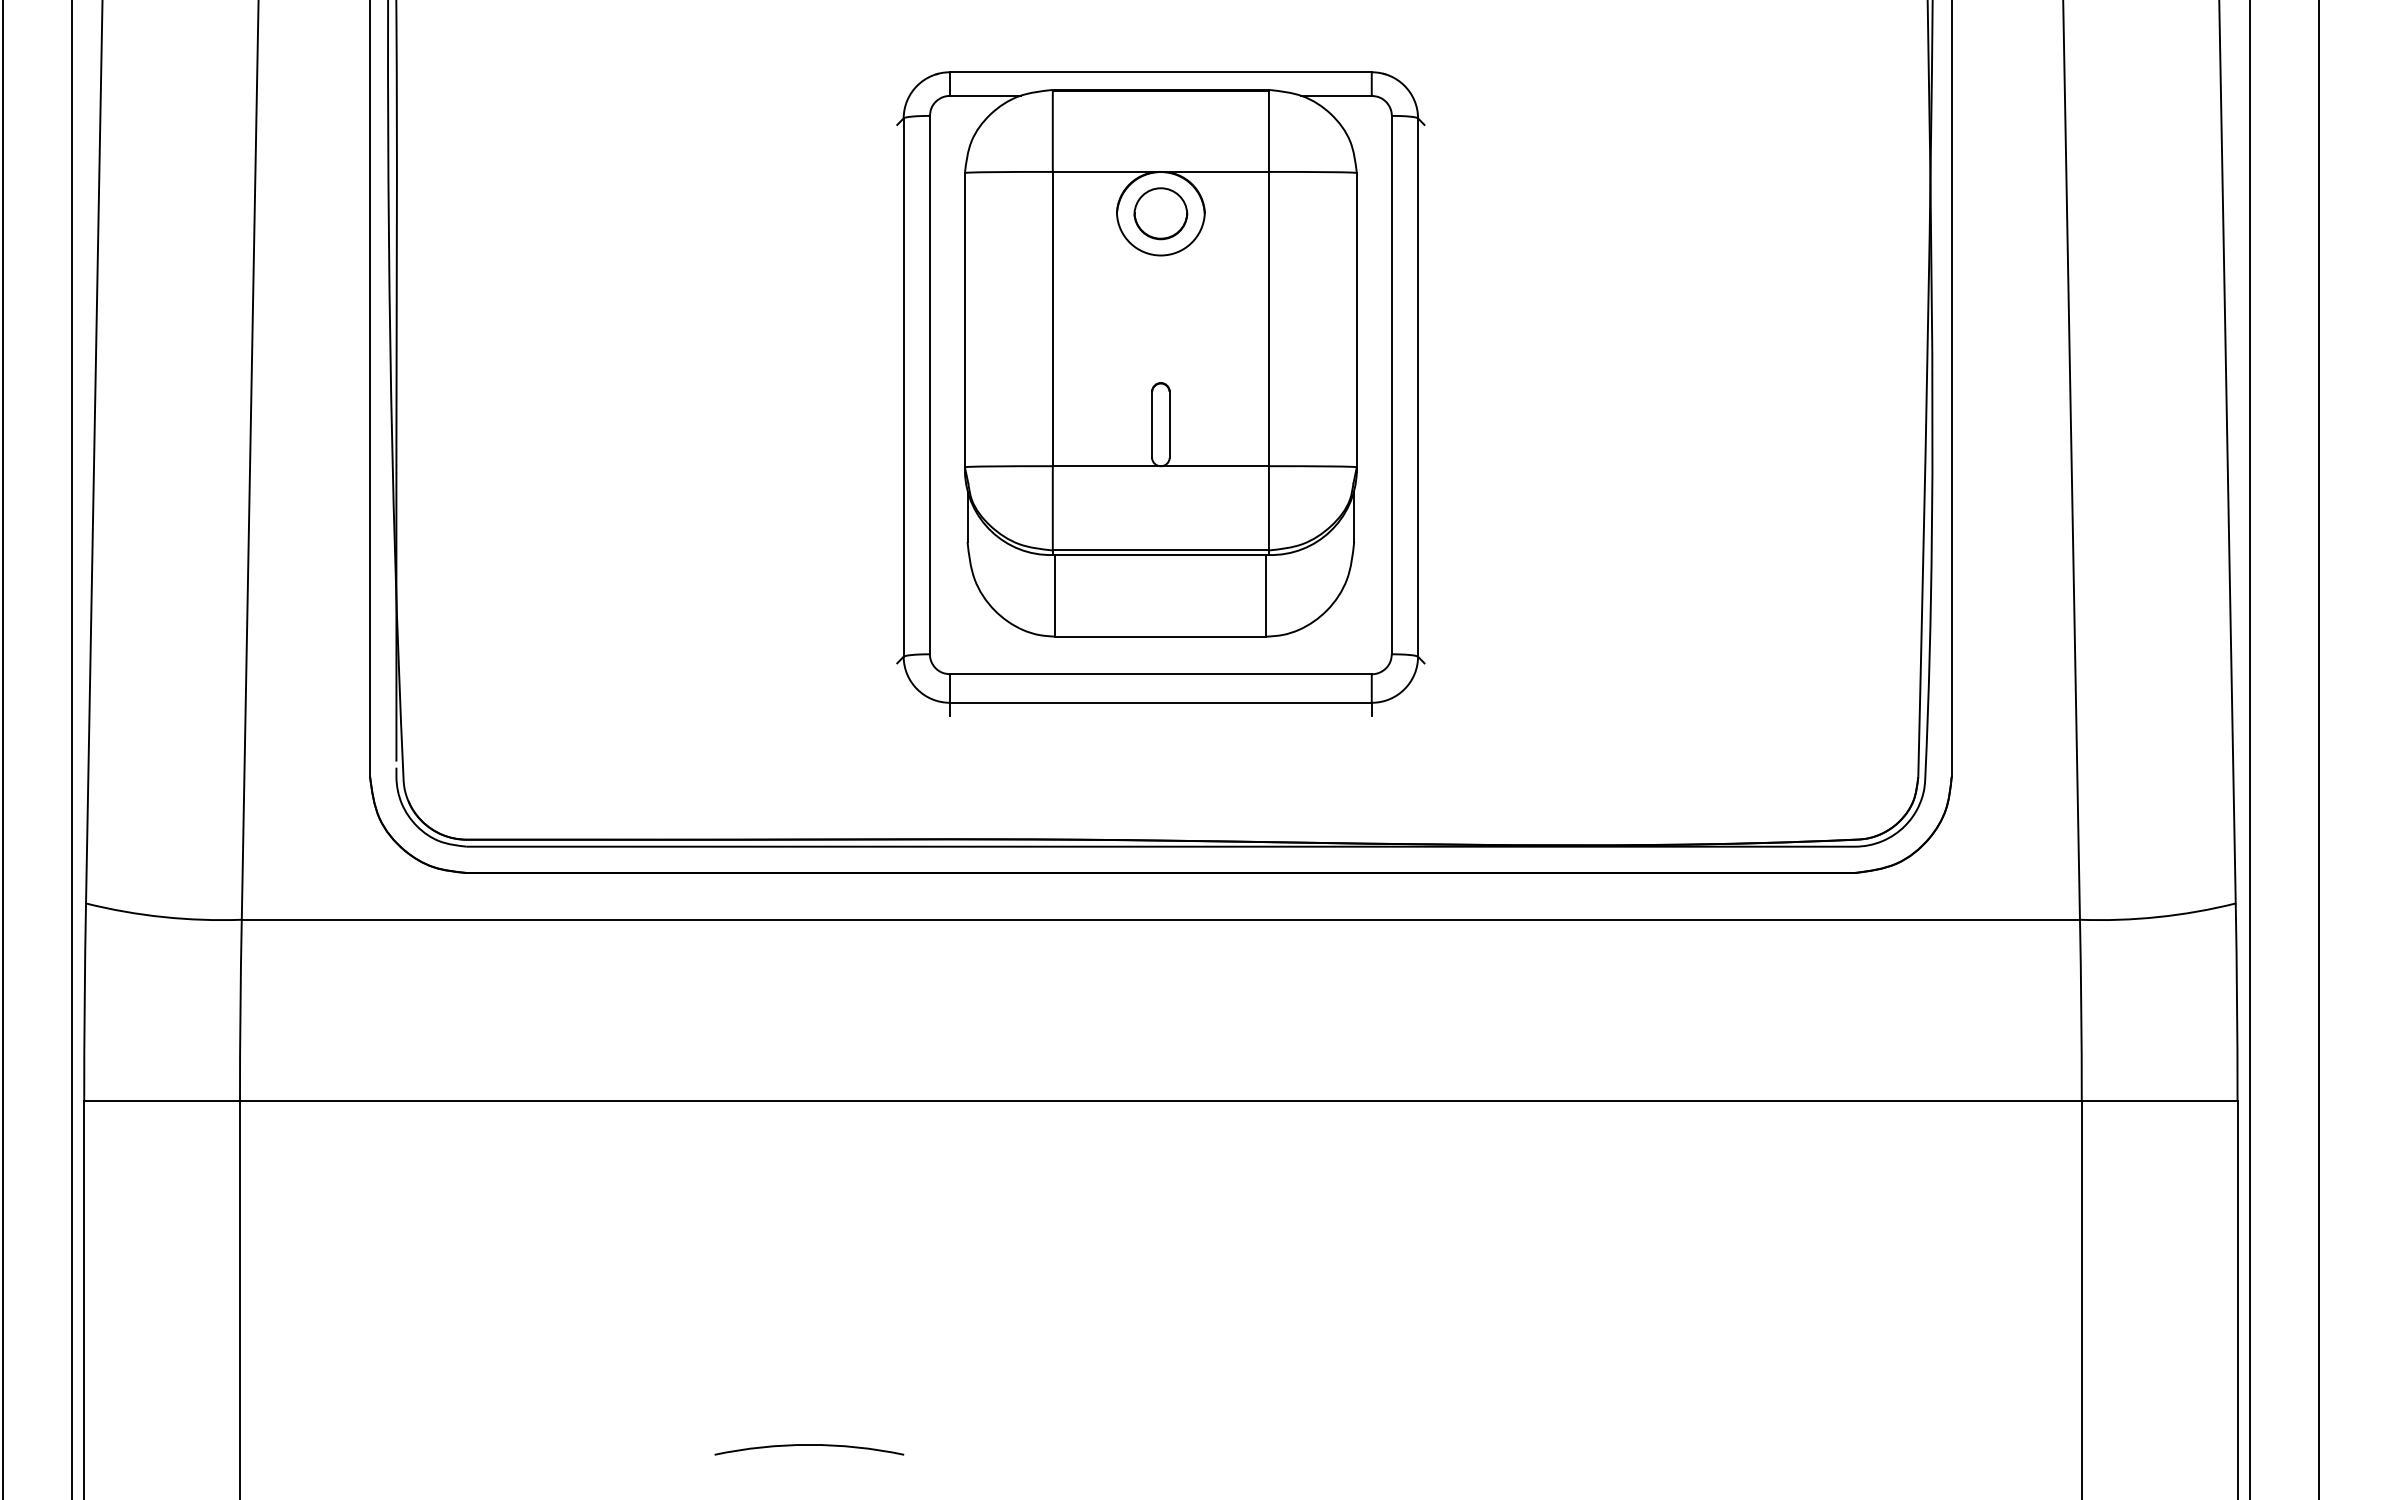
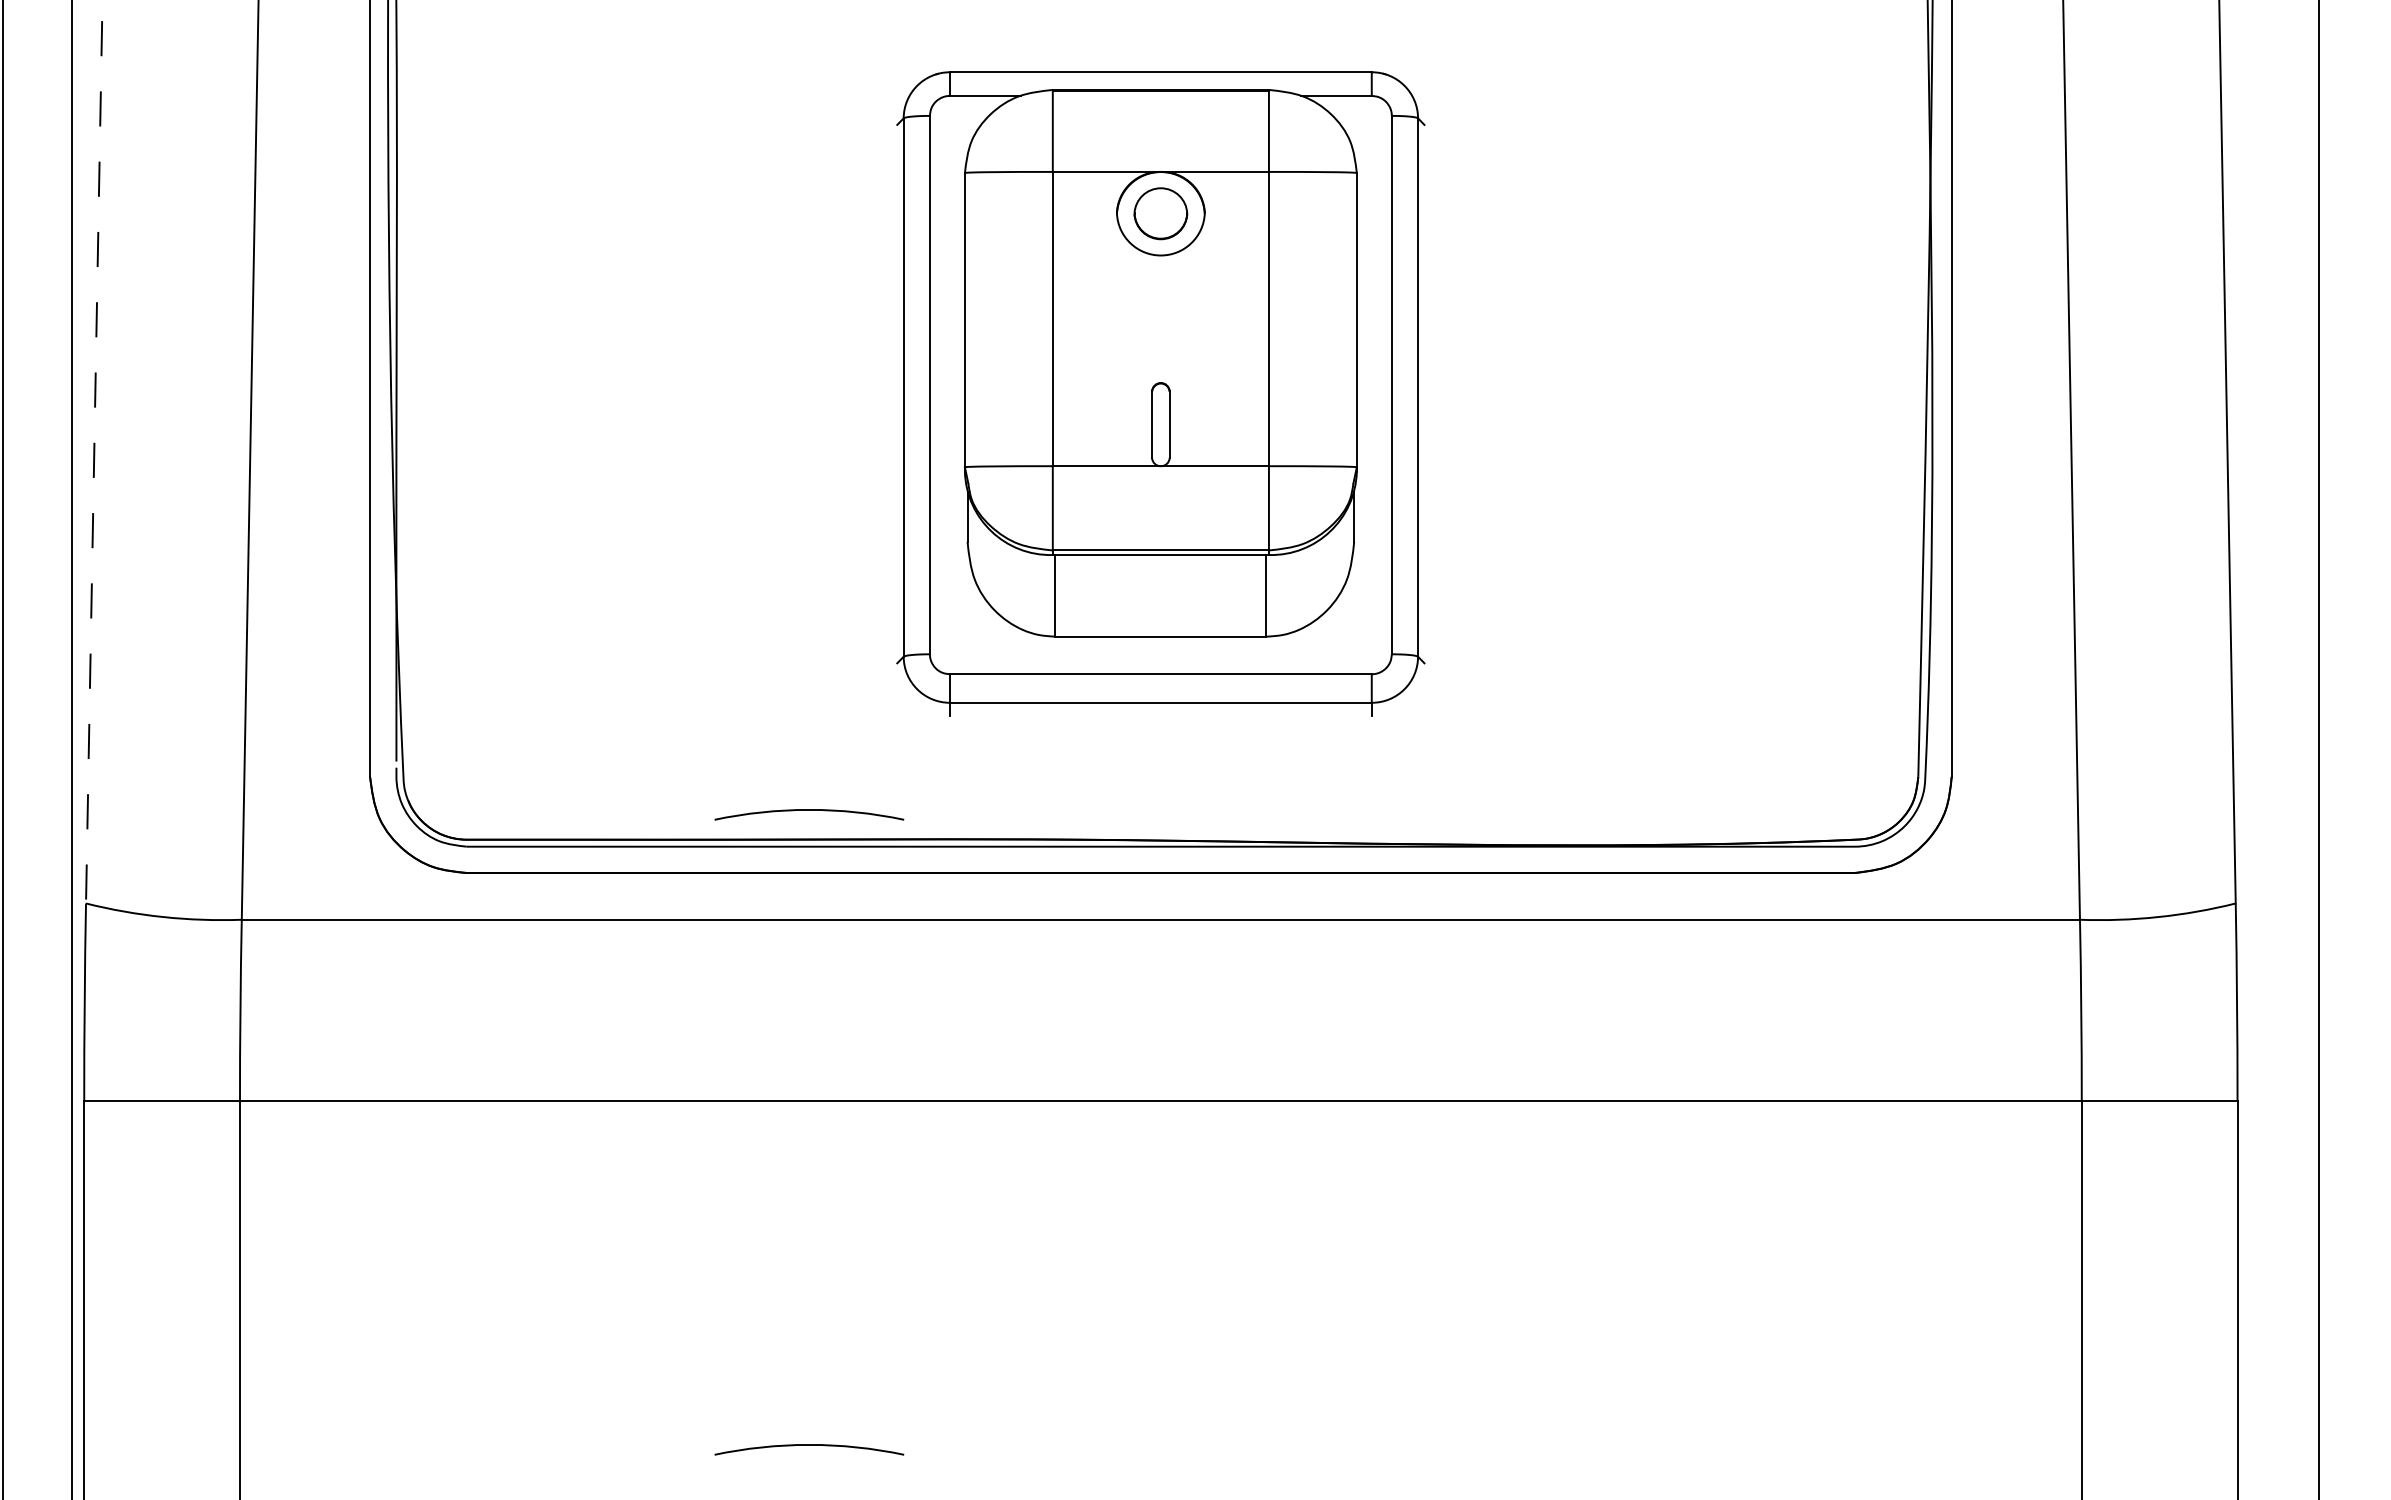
line at (94, 452): solid -> dashed
line at (2250, 749): present -> none
arc at (809, 810): none -> present
